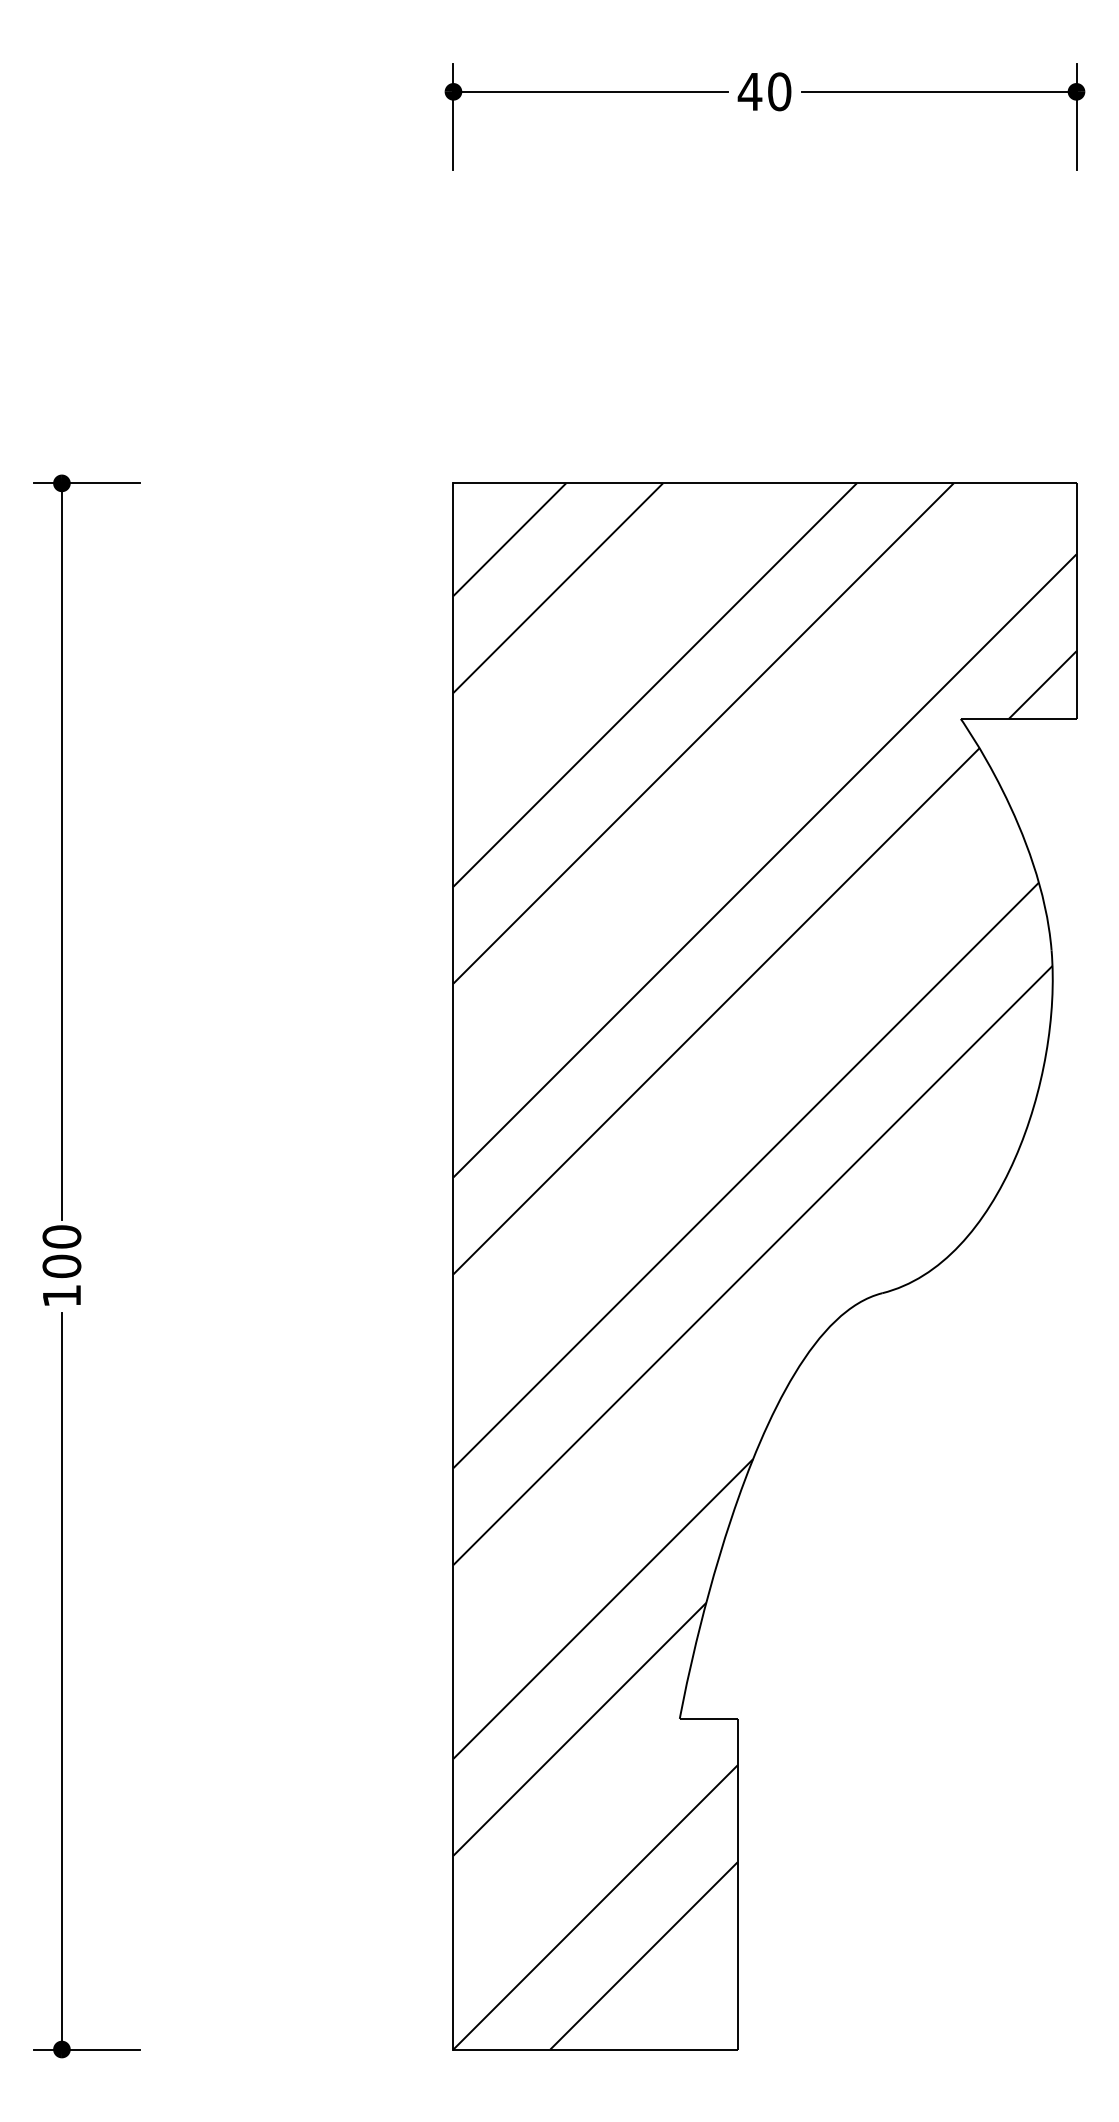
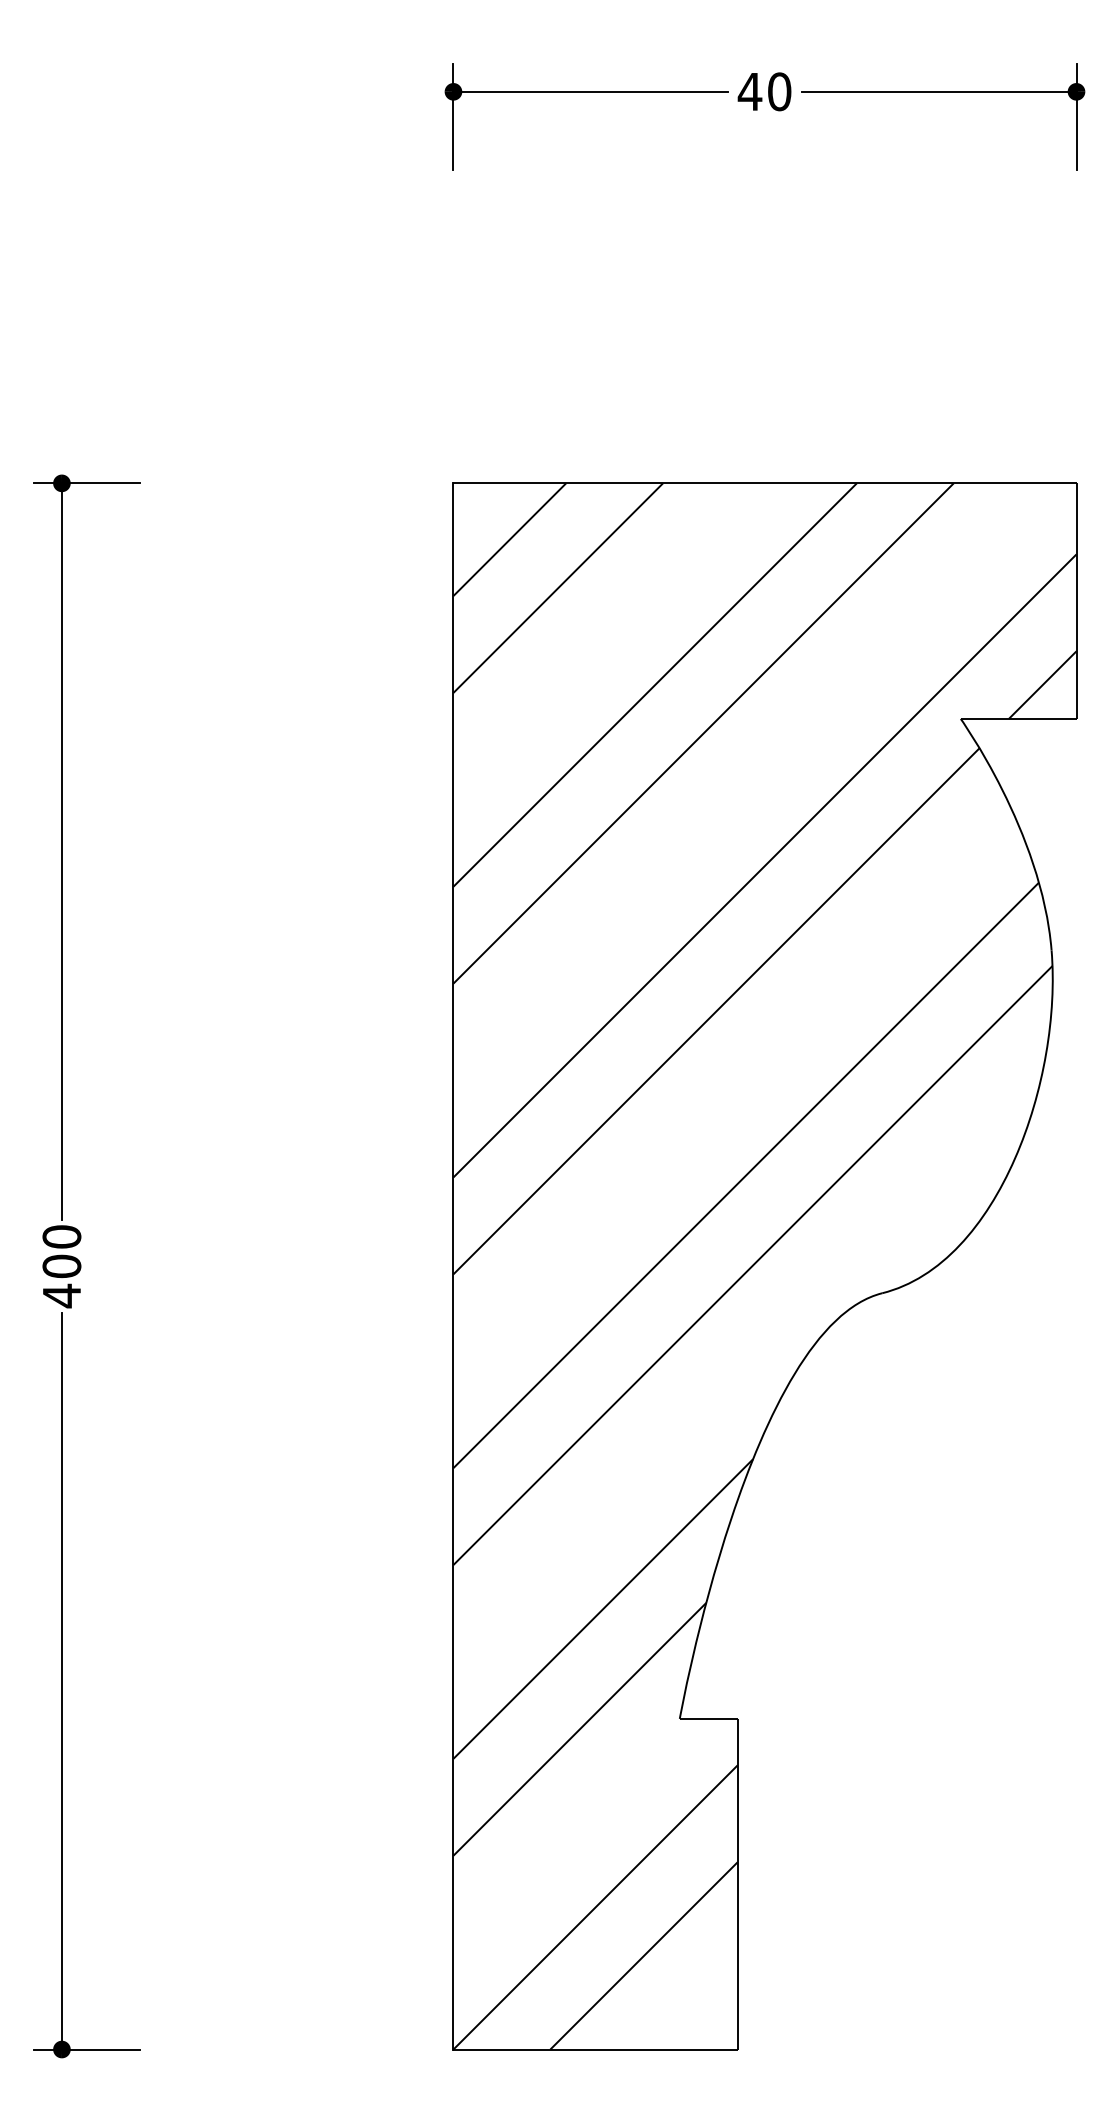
text at (61, 1295): 100 -> 400
